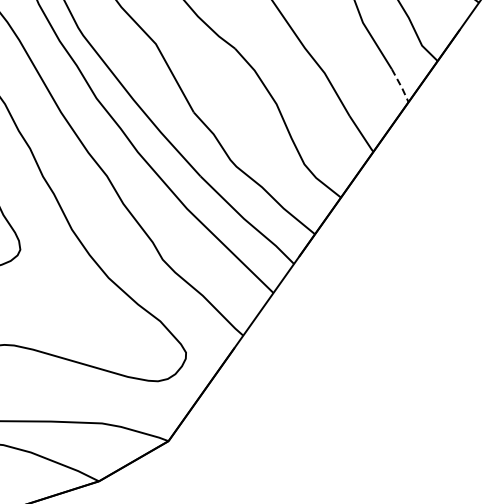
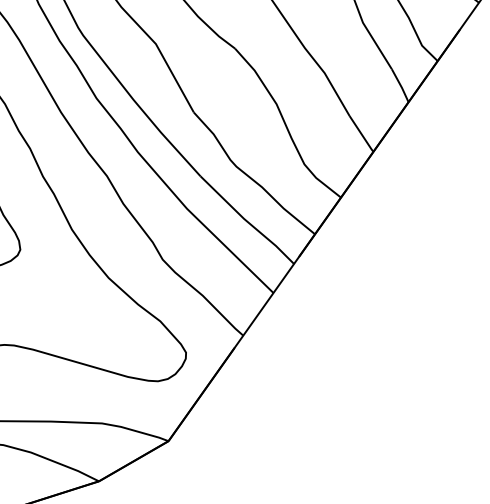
line at (401, 86): dashed -> solid
